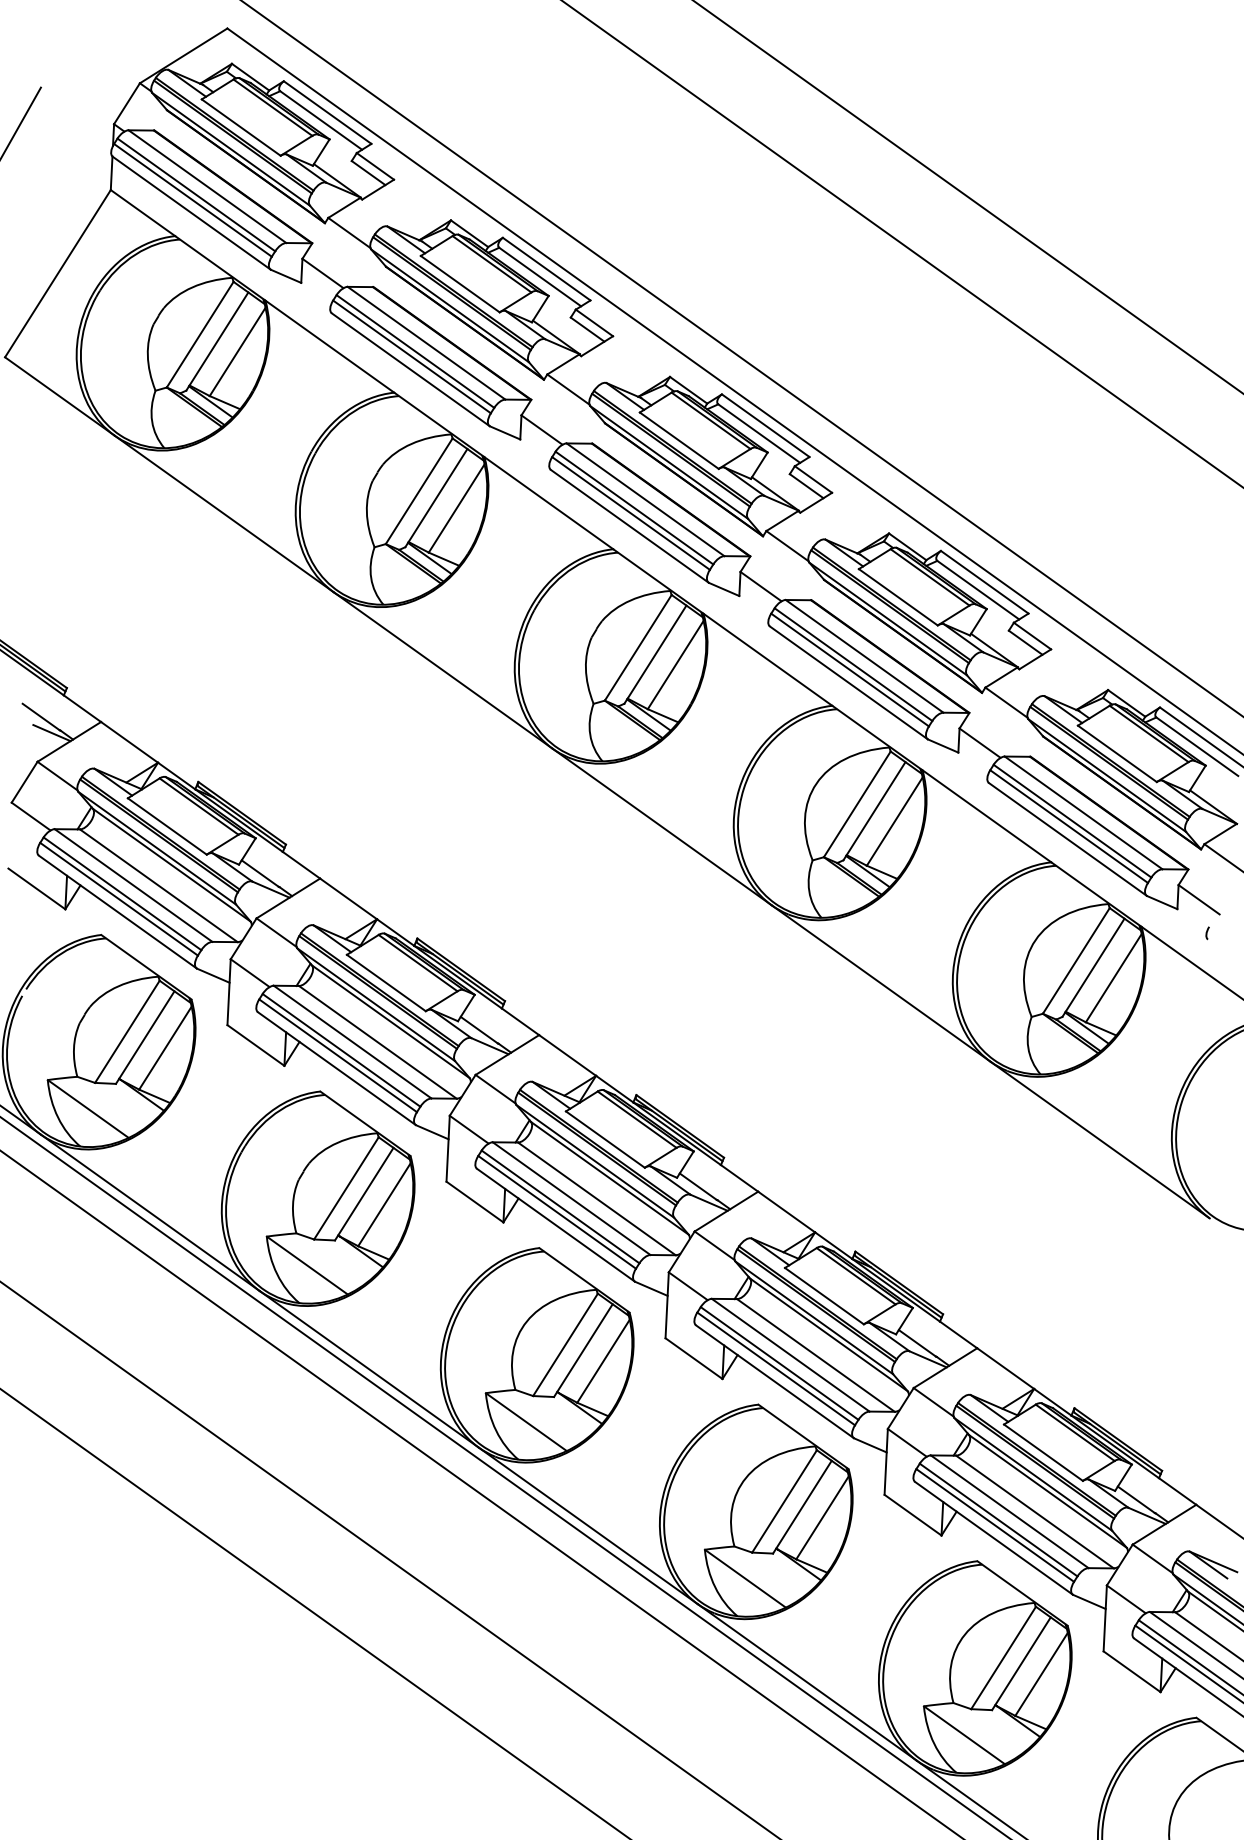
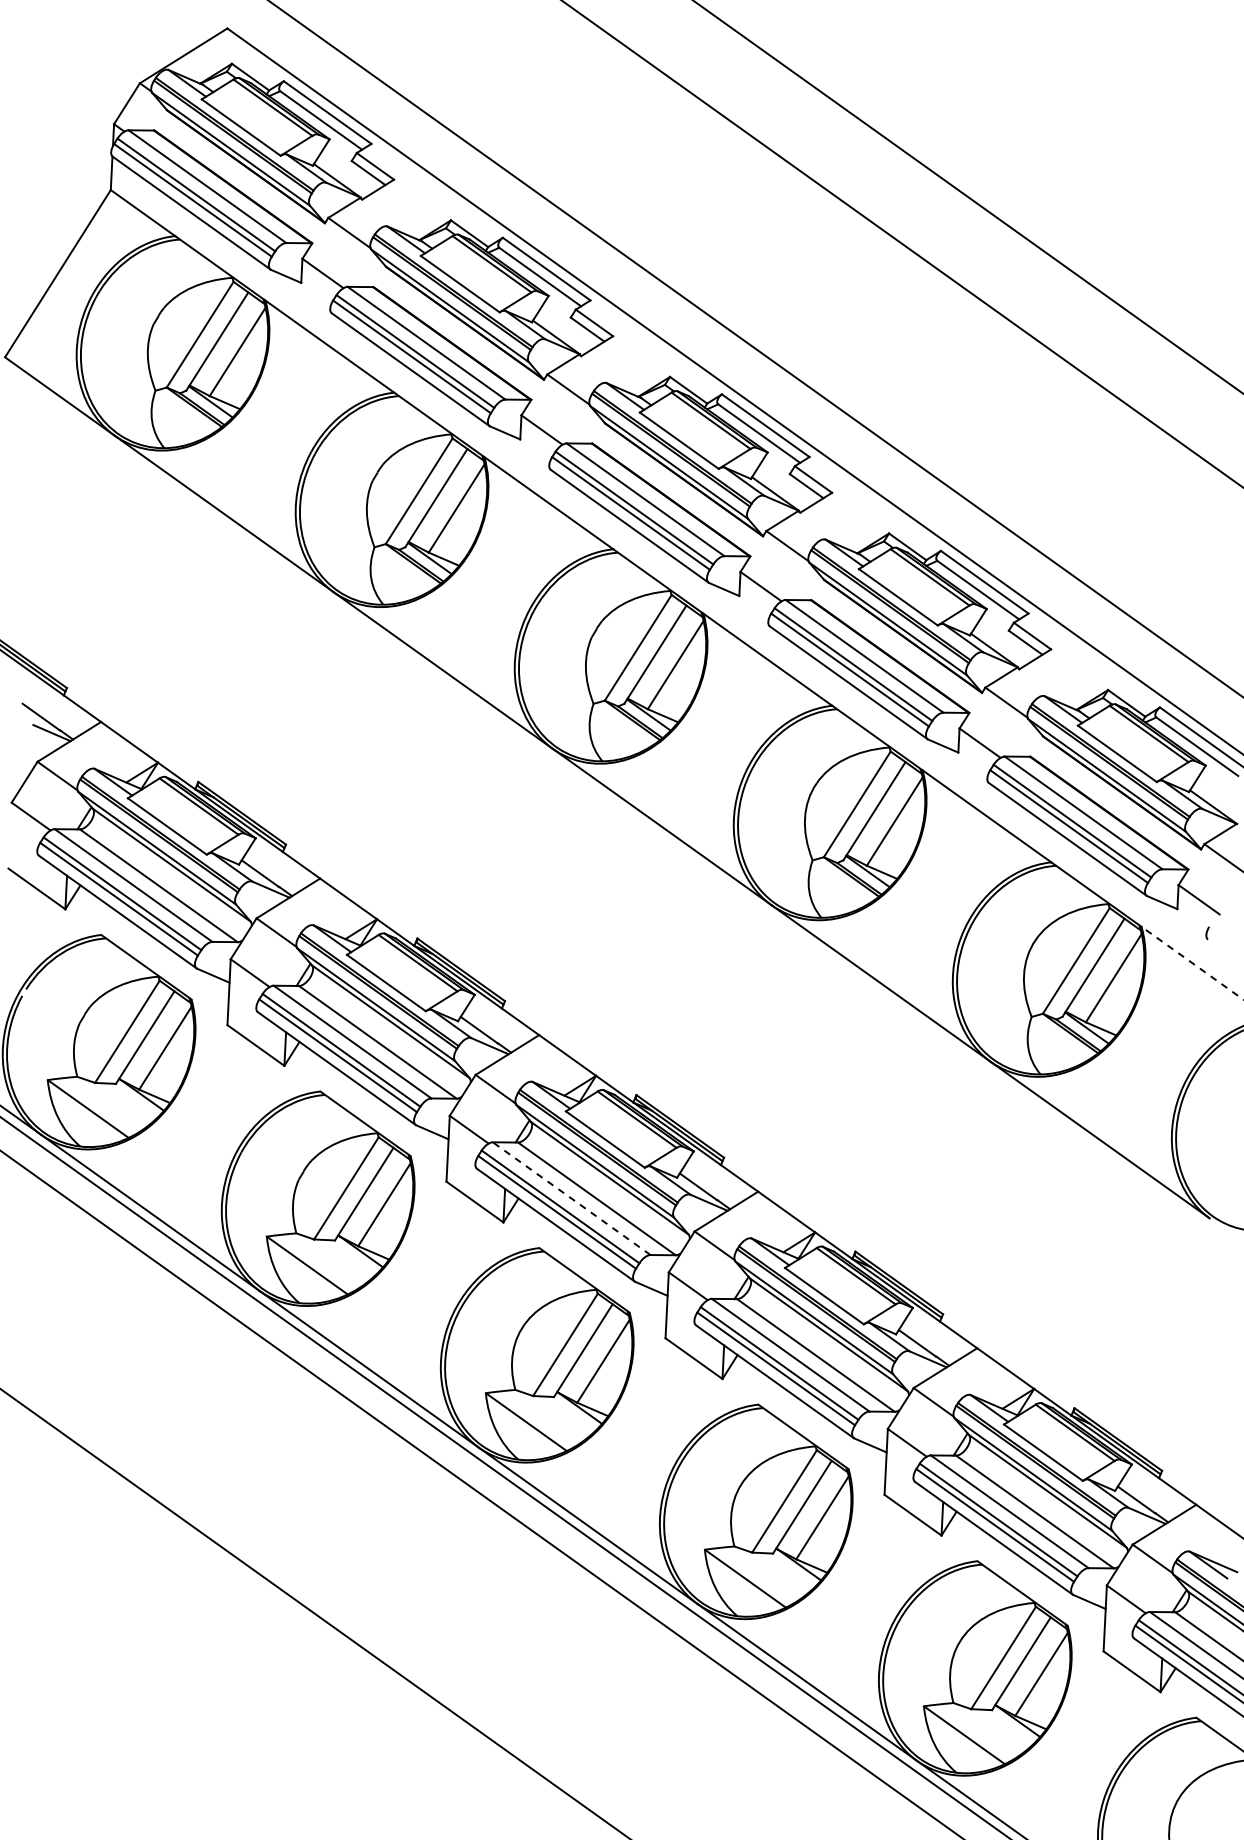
line at (21, 121): present -> none
line at (741, 358) position: (741, 358) -> (755, 348)
line at (1192, 963): solid -> dashed
line at (571, 1198): solid -> dashed
line at (389, 1559): present -> none
